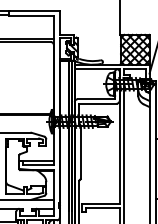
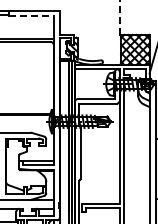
line at (31, 15): solid -> dashed
line at (119, 17): solid -> dashed
